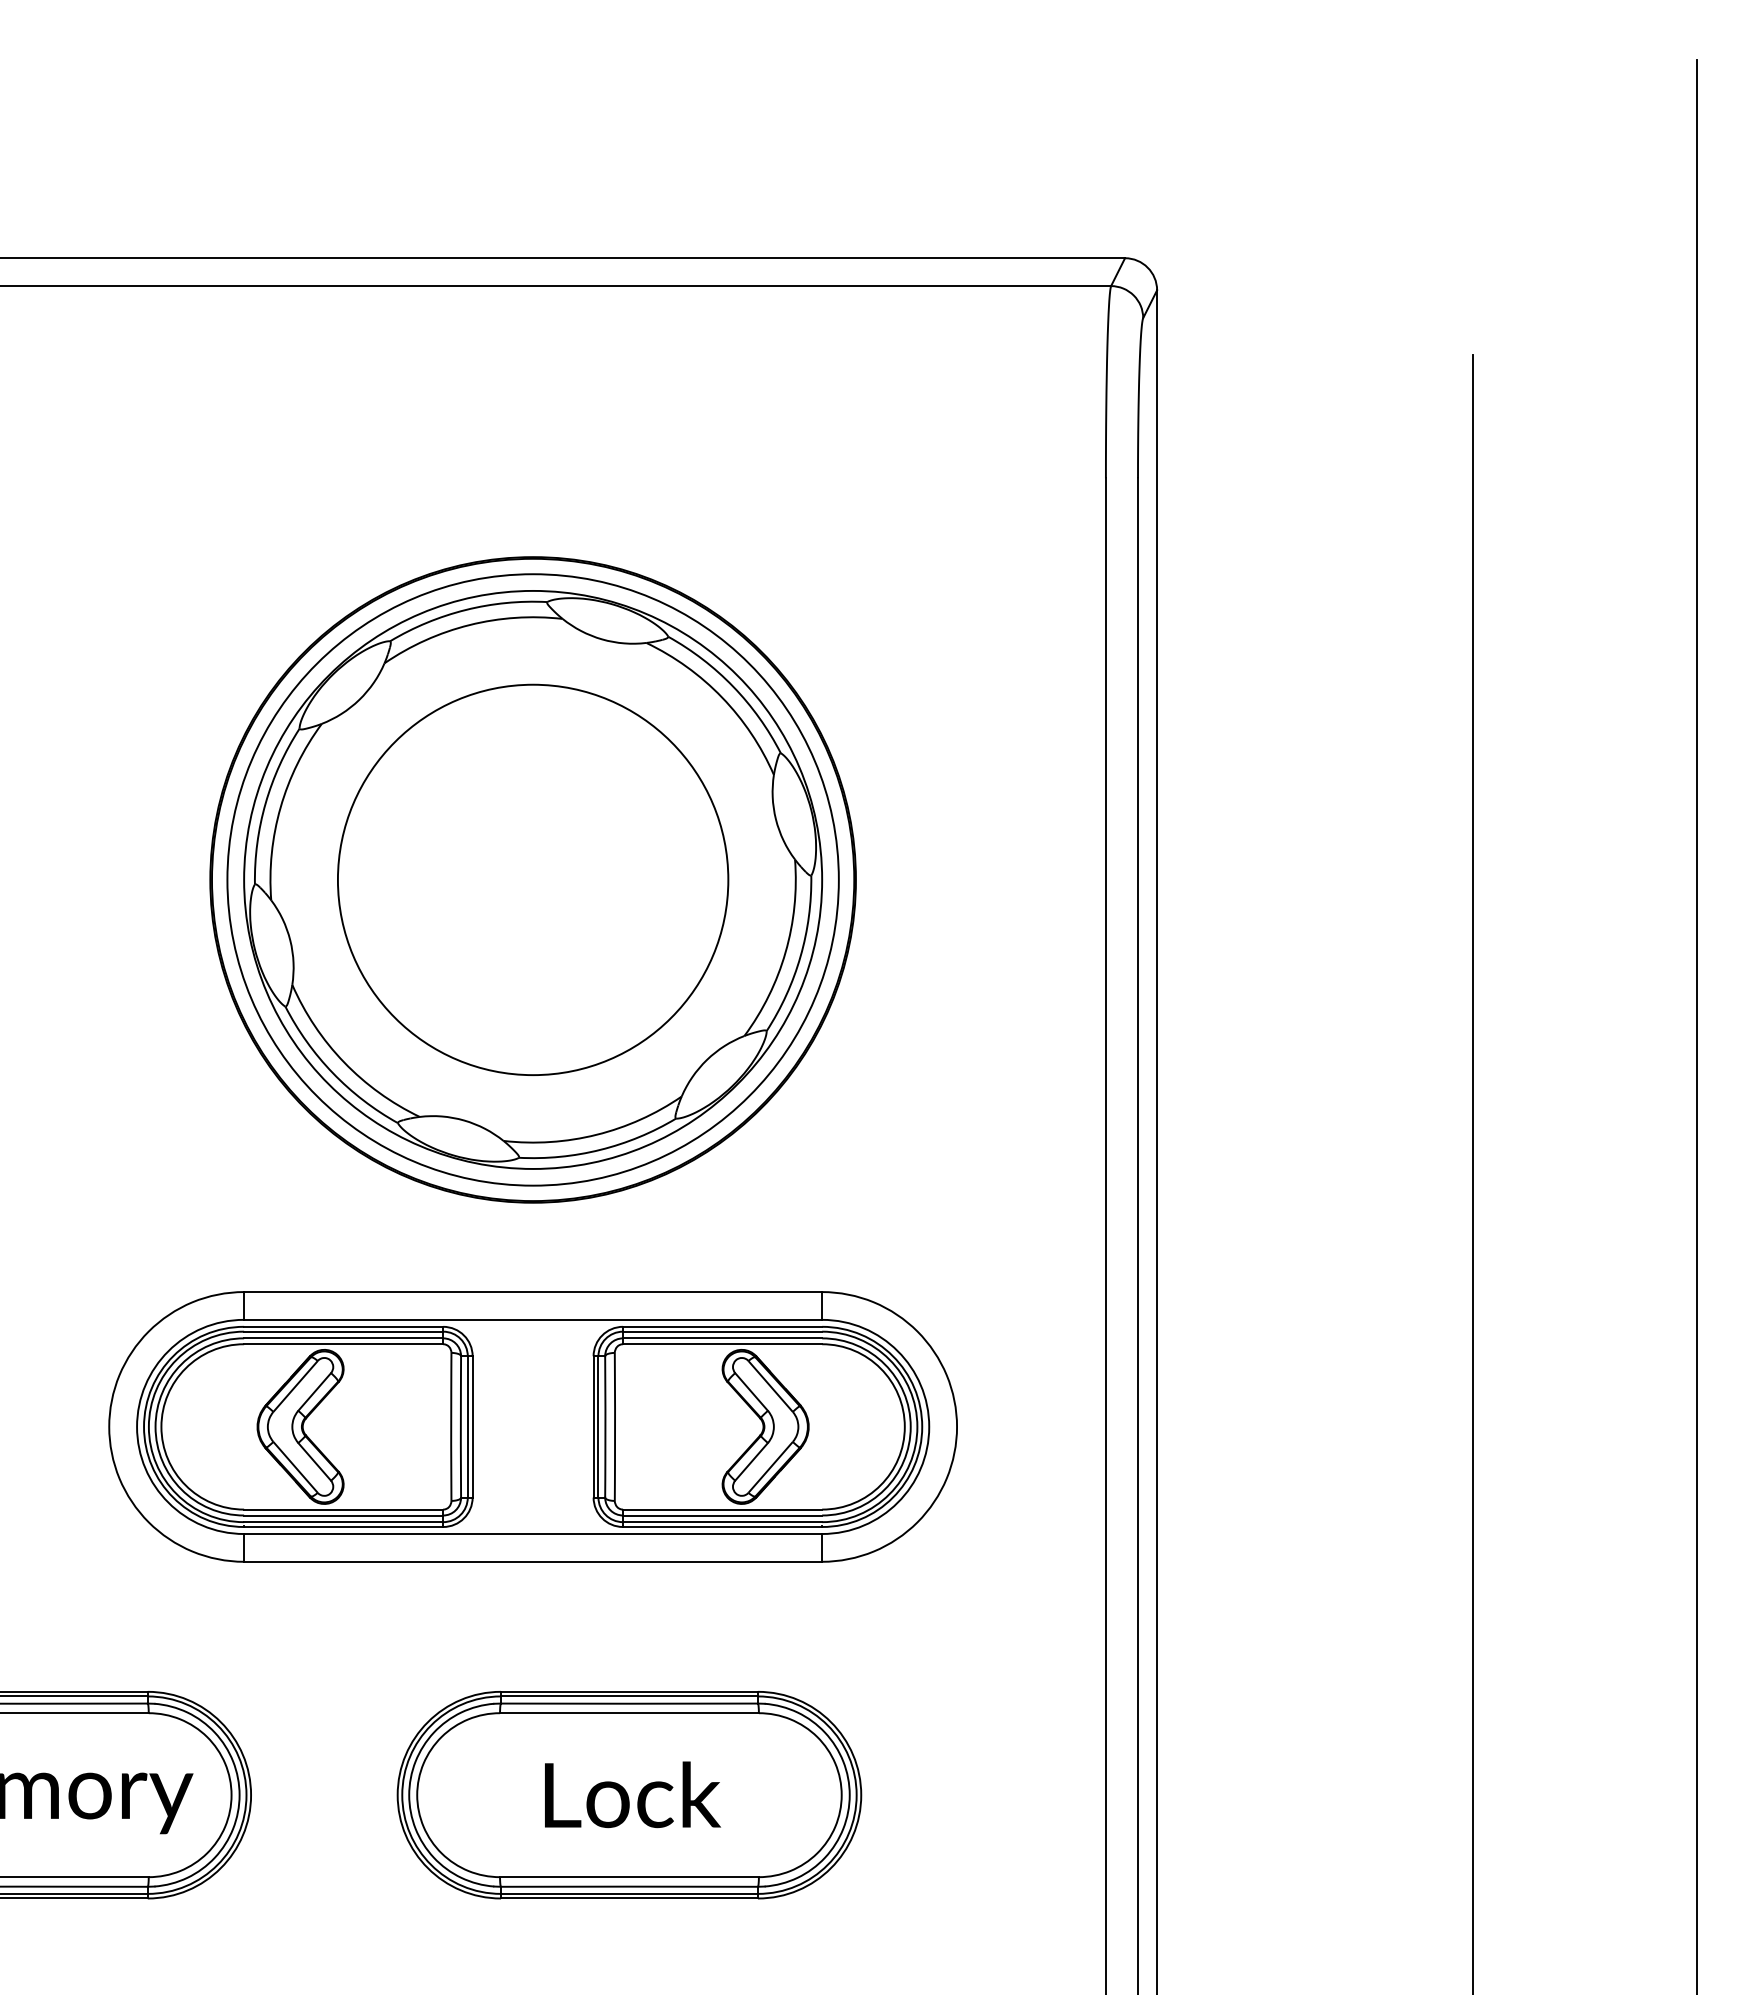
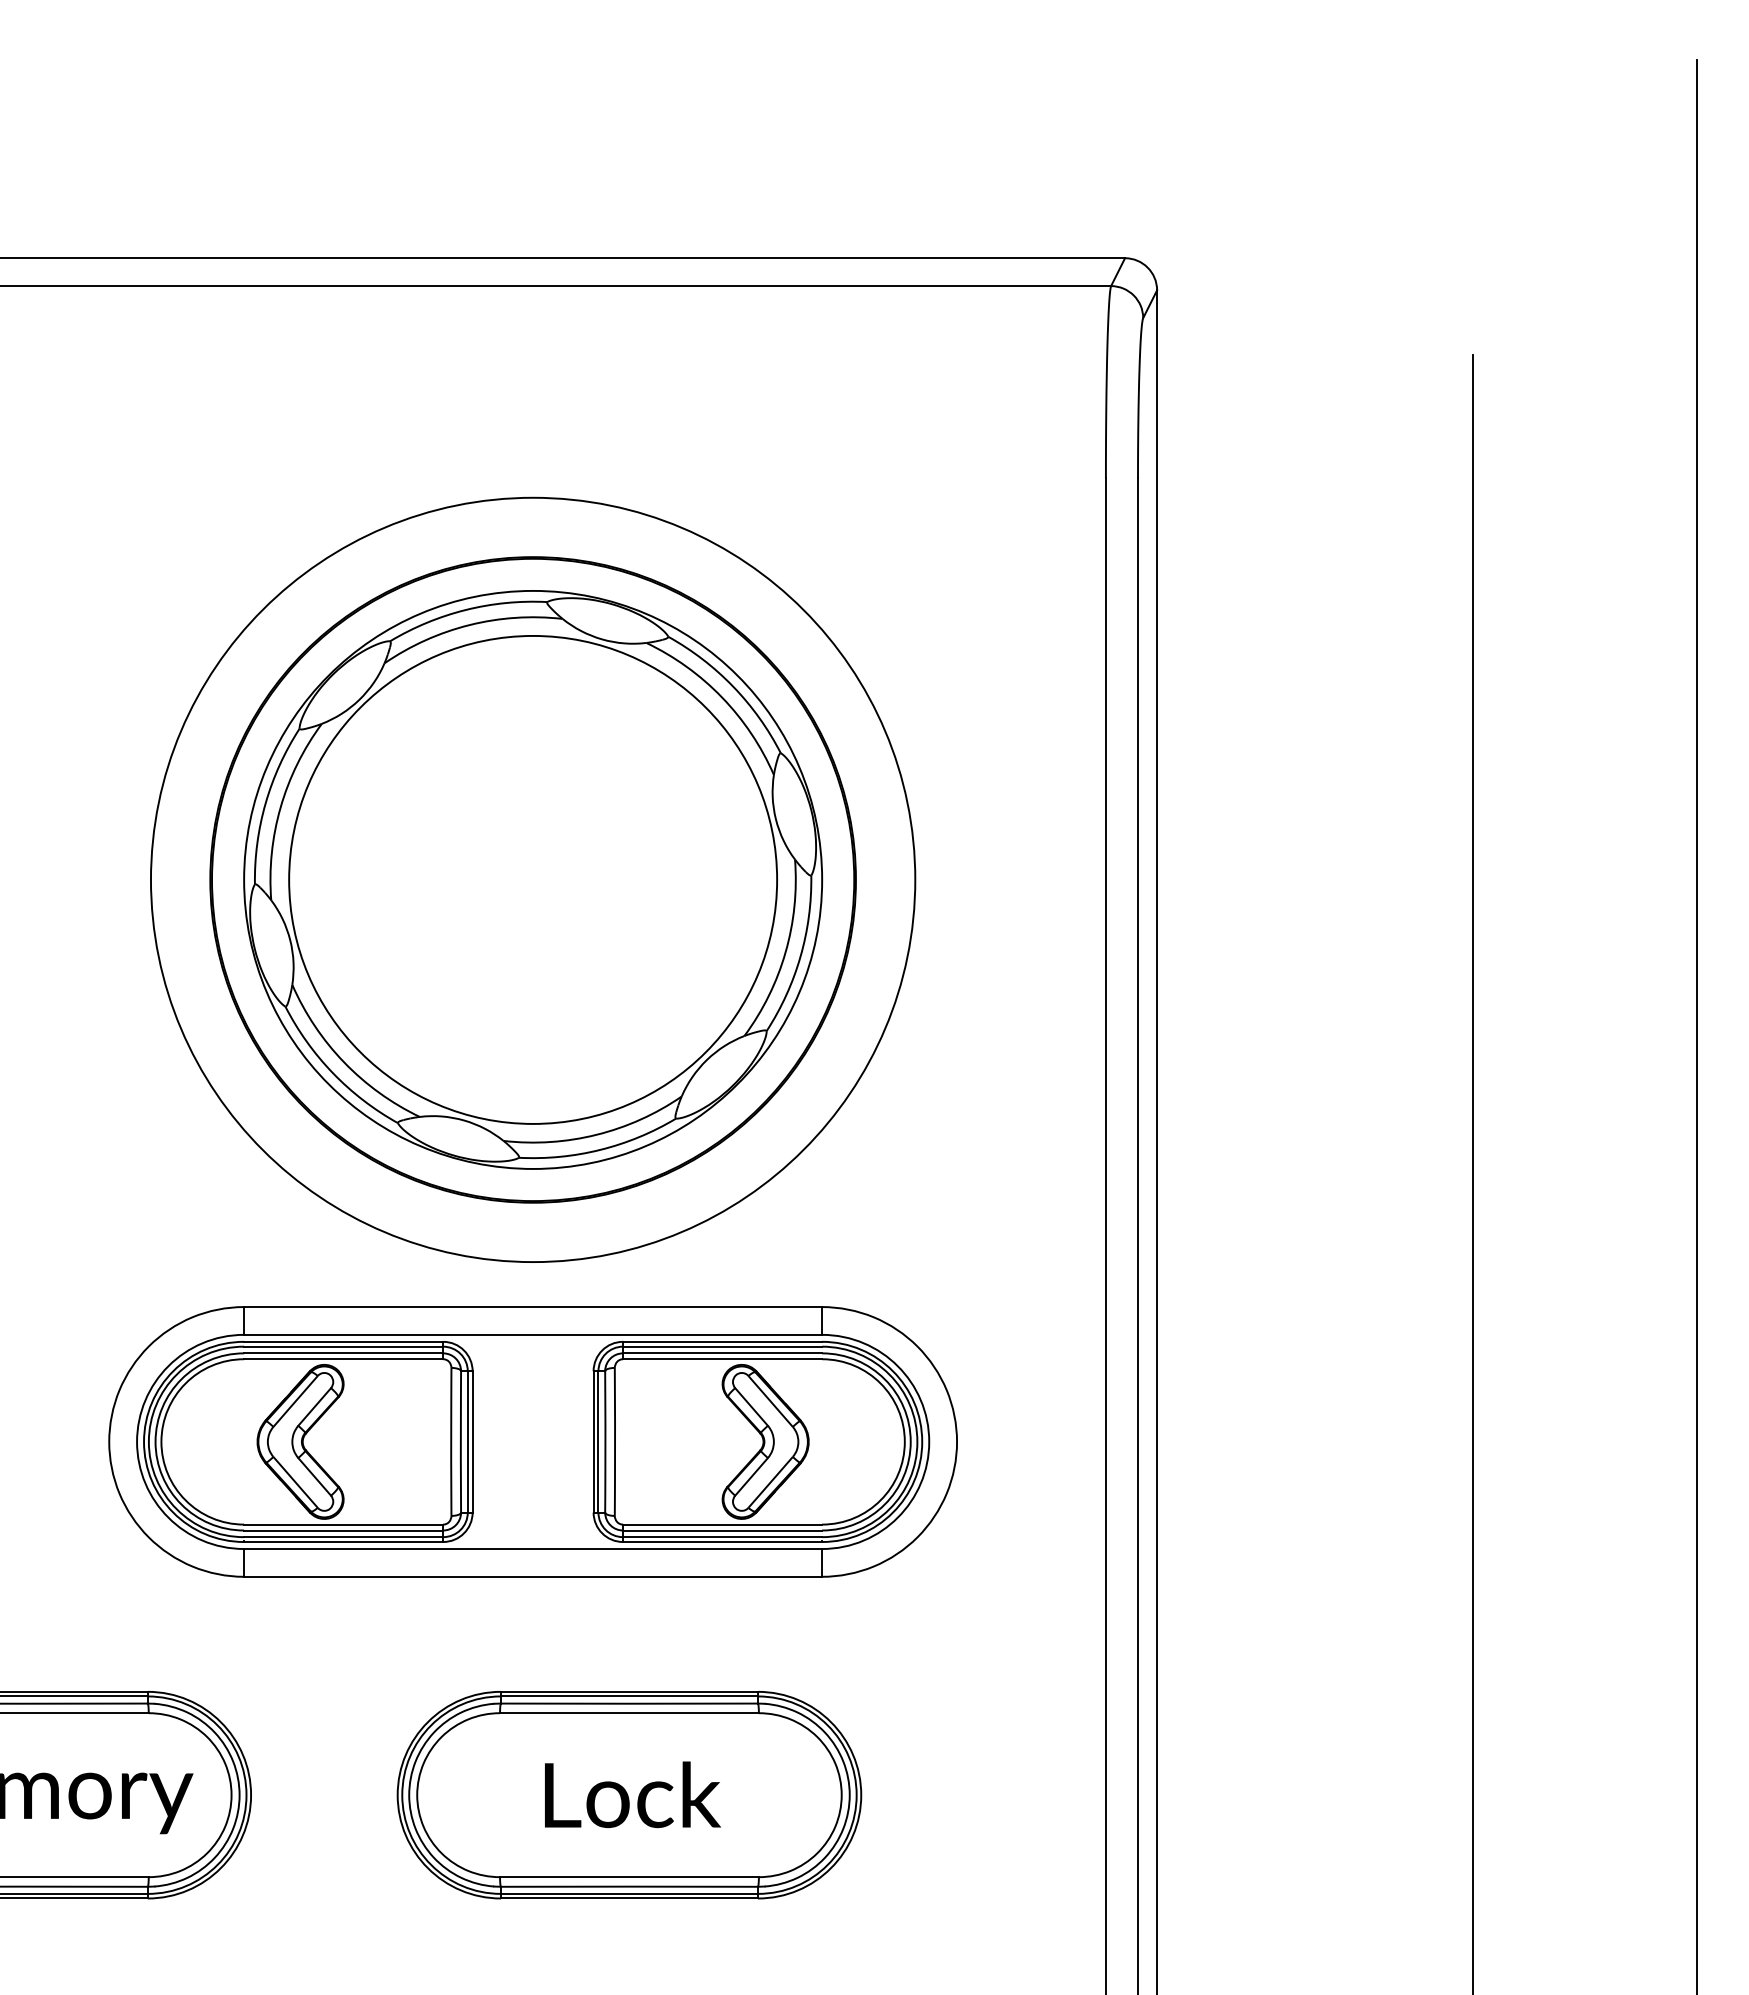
circle at (532, 879) diameter: 390 px -> 488 px
circle at (532, 879) diameter: 611 px -> 764 px
part at (532, 1426) position: (532, 1426) -> (532, 1441)
